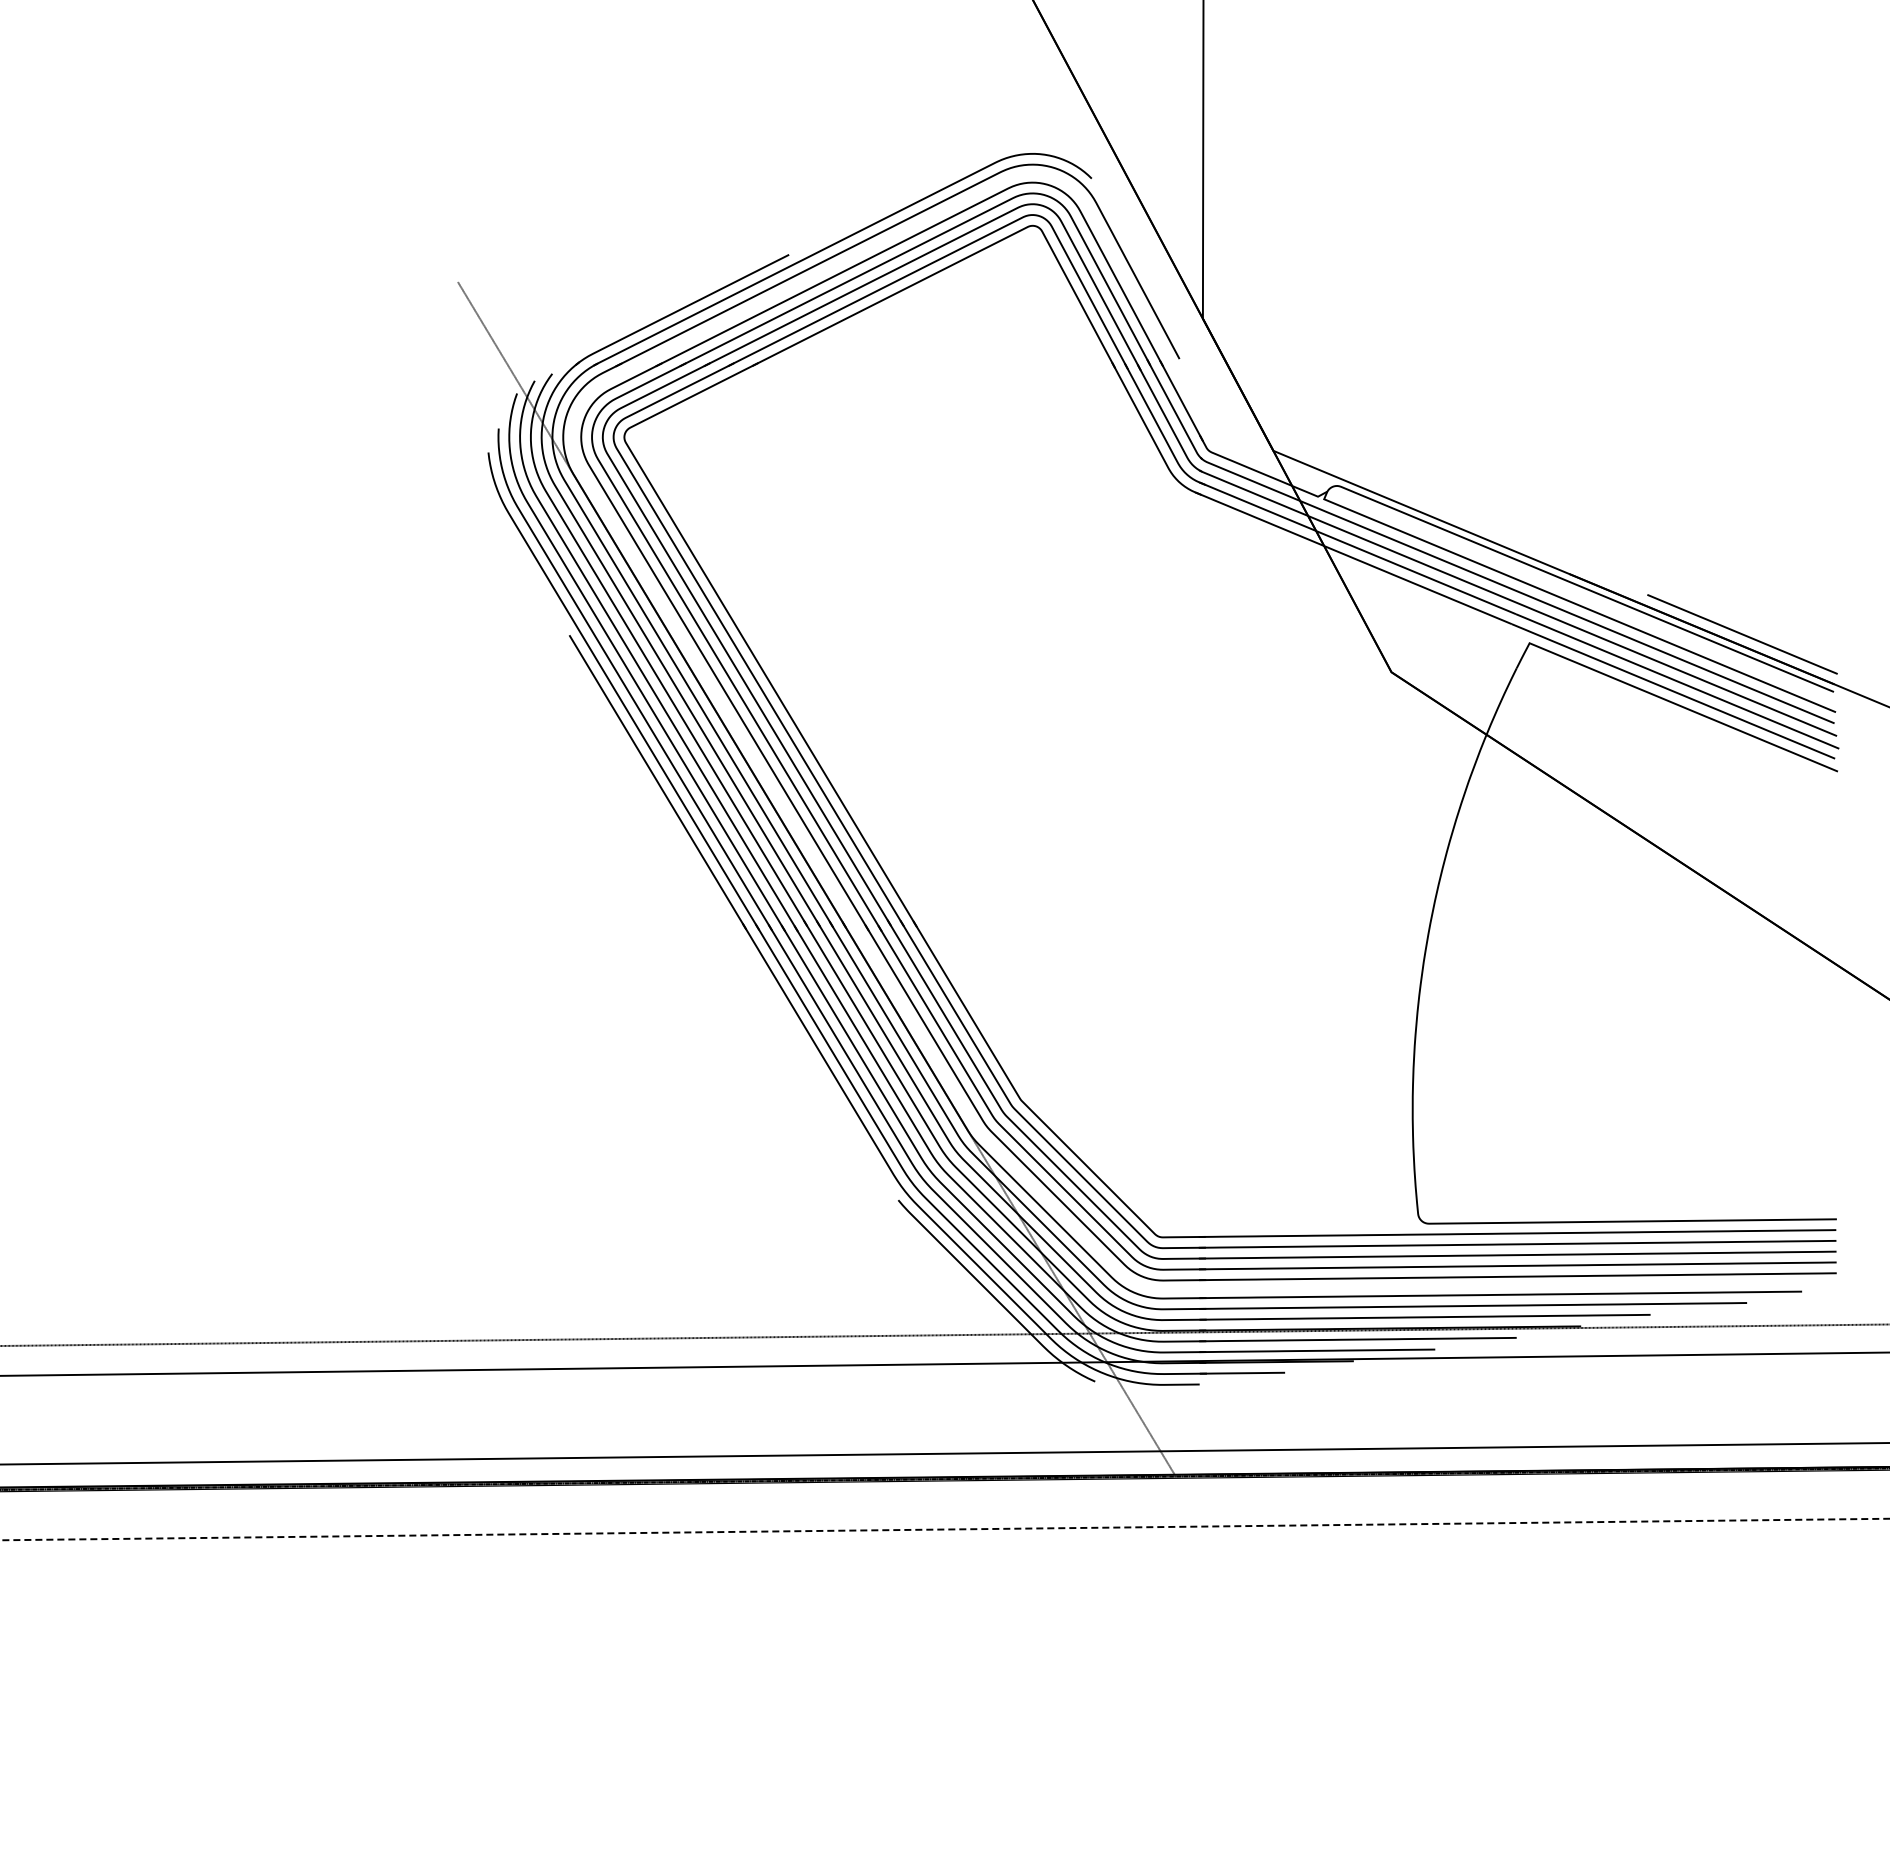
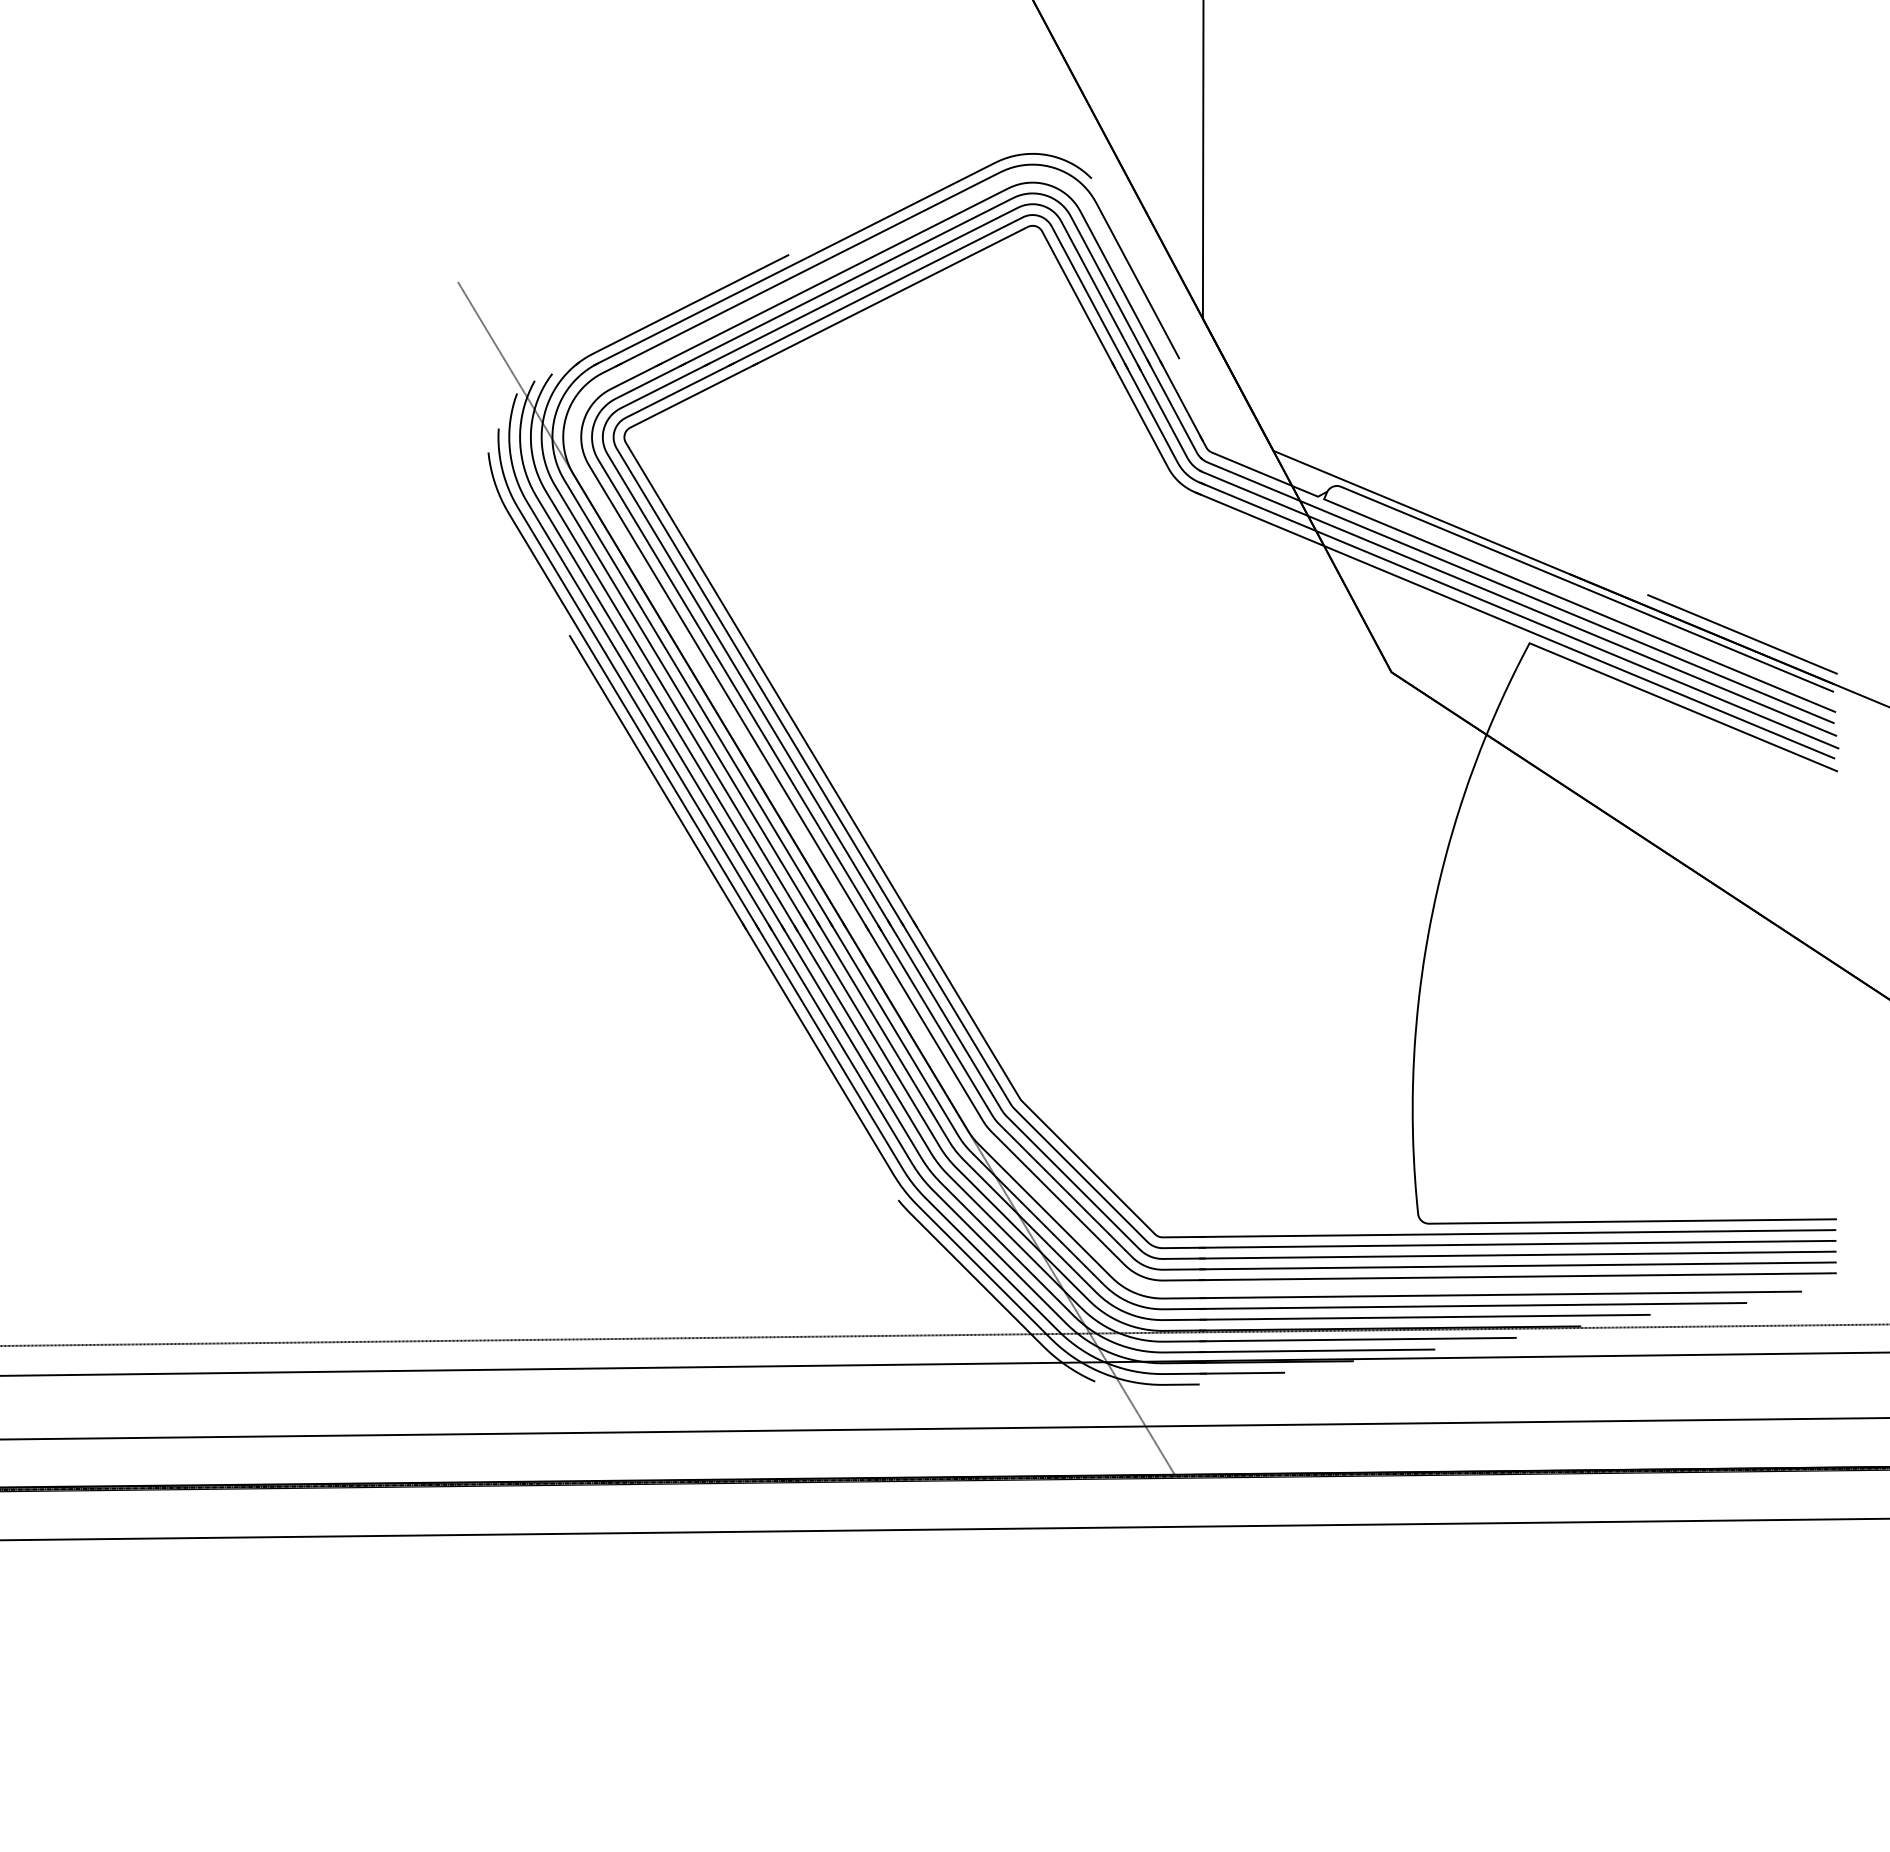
line at (944, 1453) position: (944, 1453) -> (944, 1428)
line at (945, 1529): dashed -> solid
